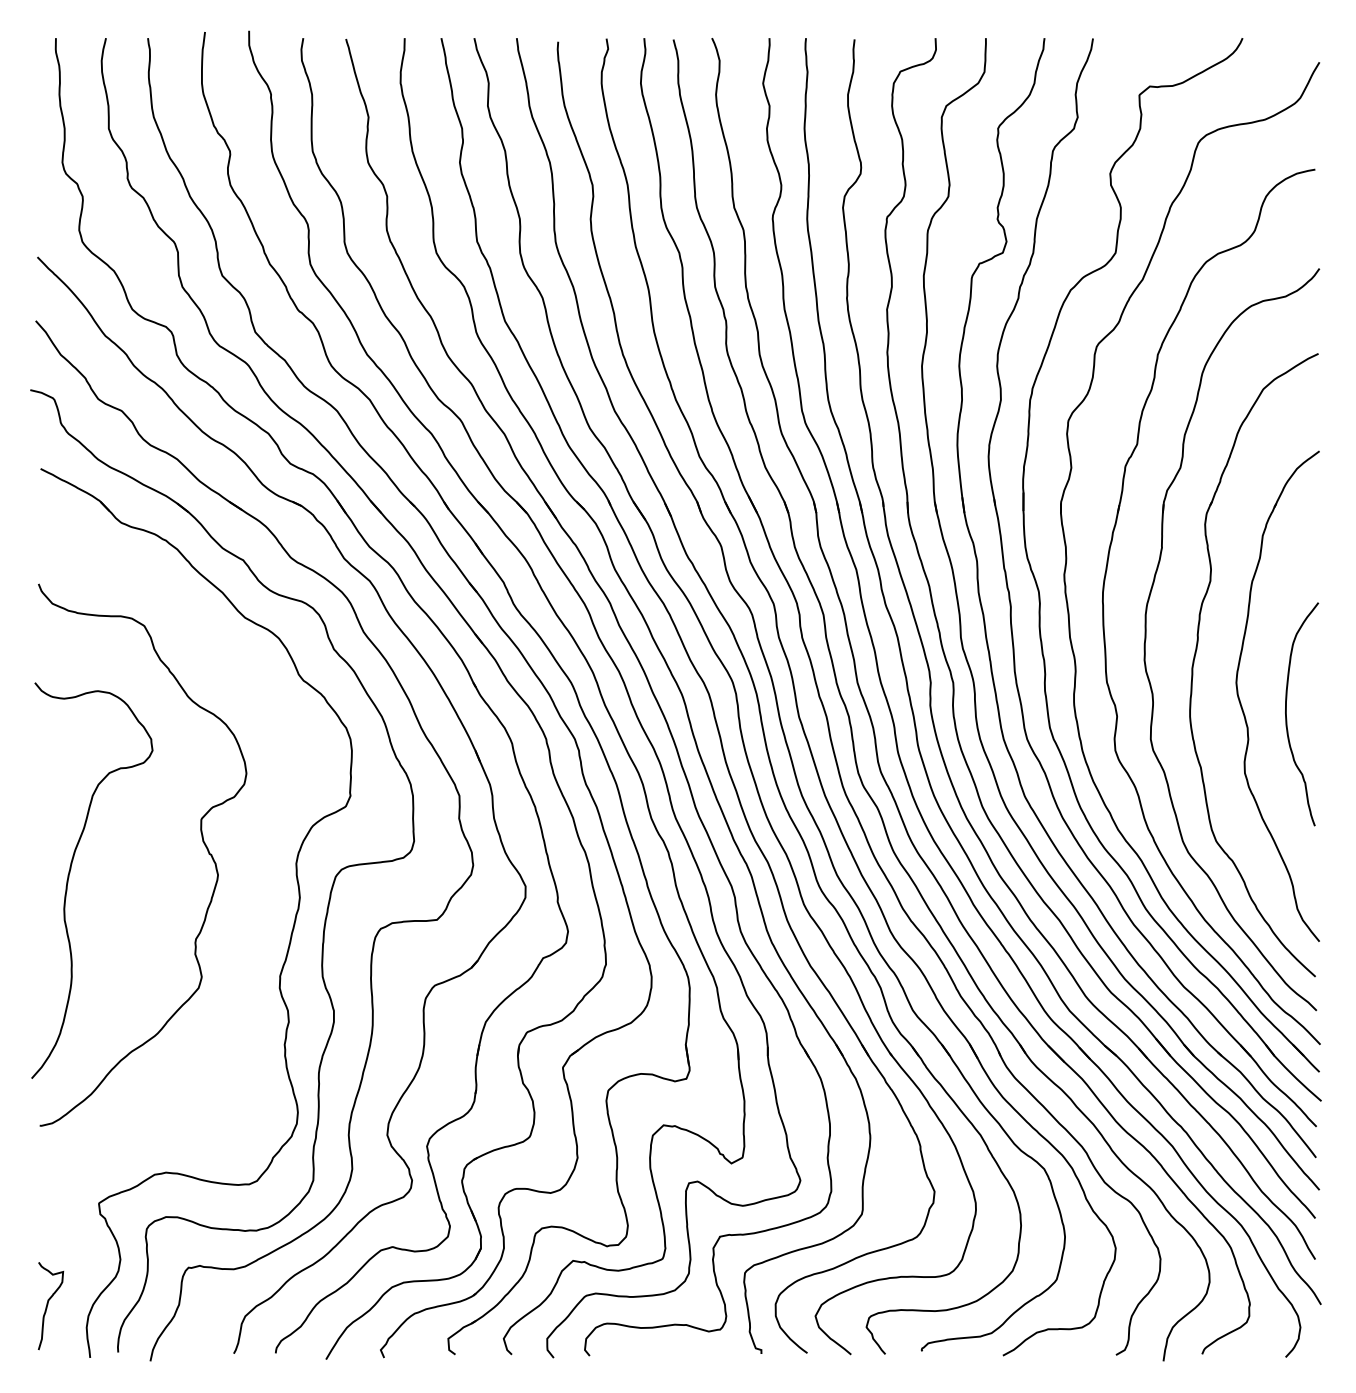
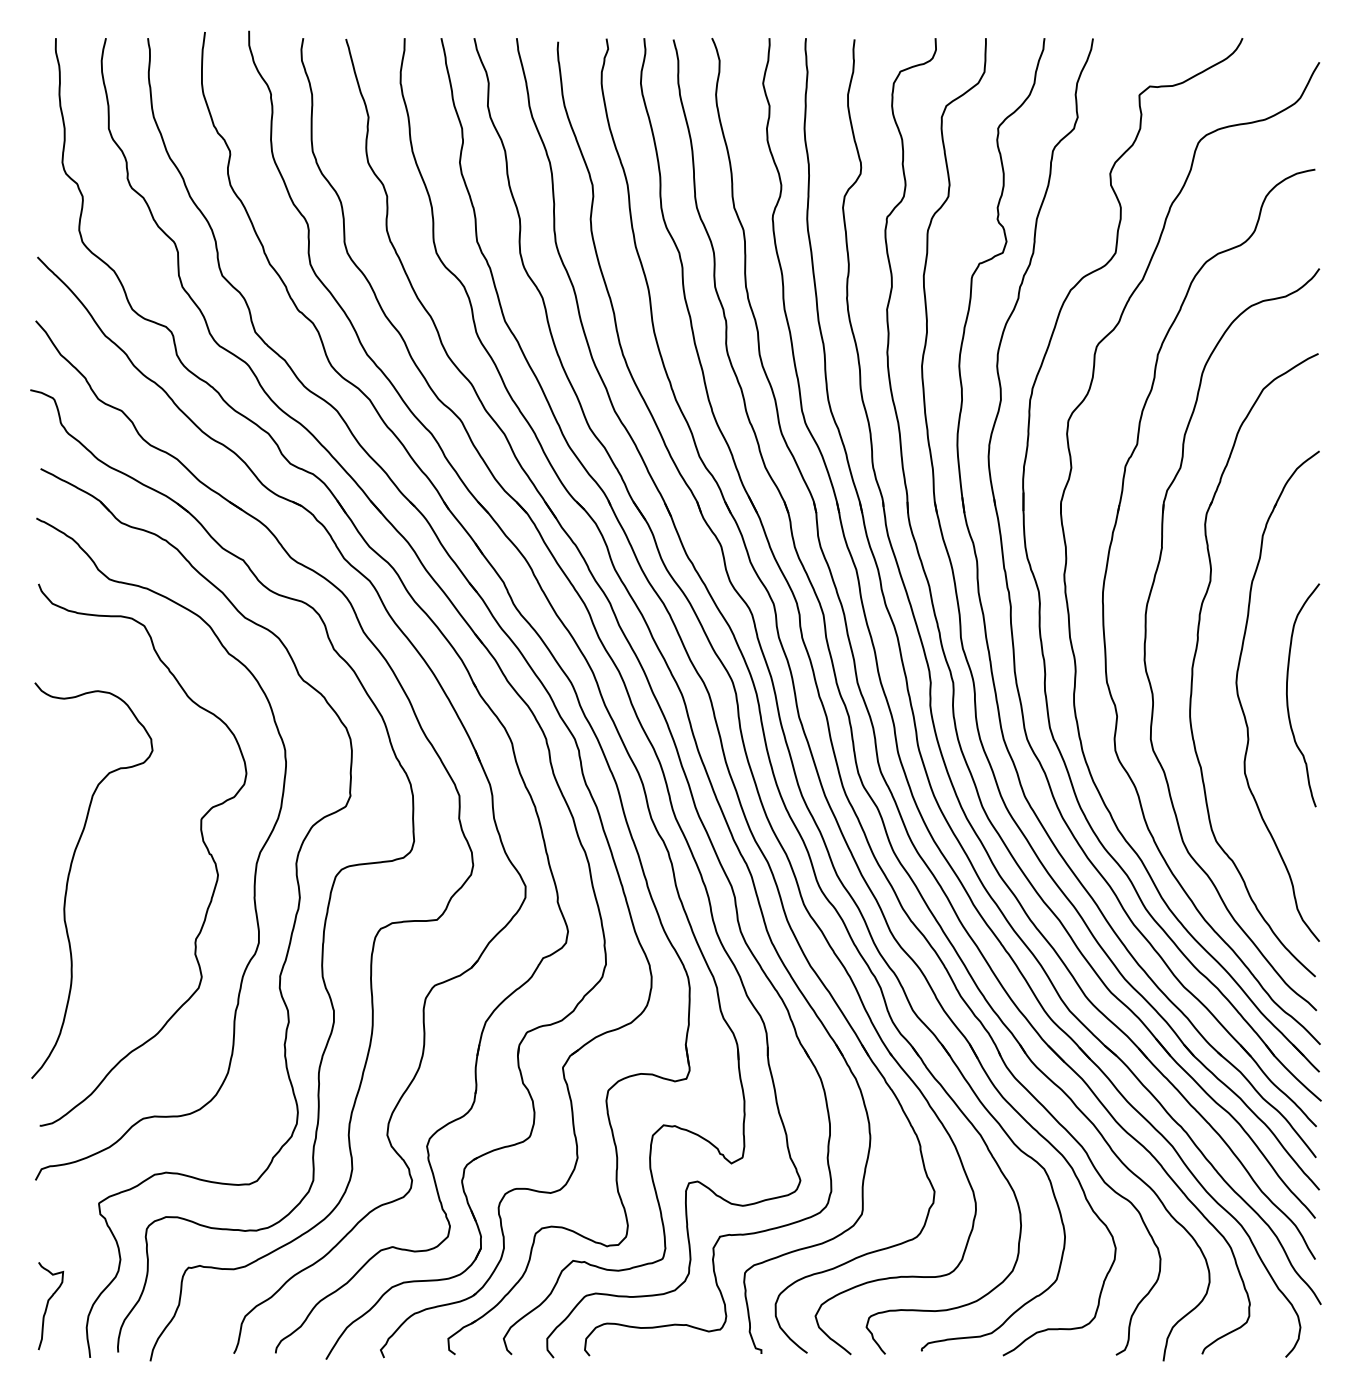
curve at (1287, 719) position: (1287, 719) -> (1288, 700)
curve at (255, 863): none -> present
